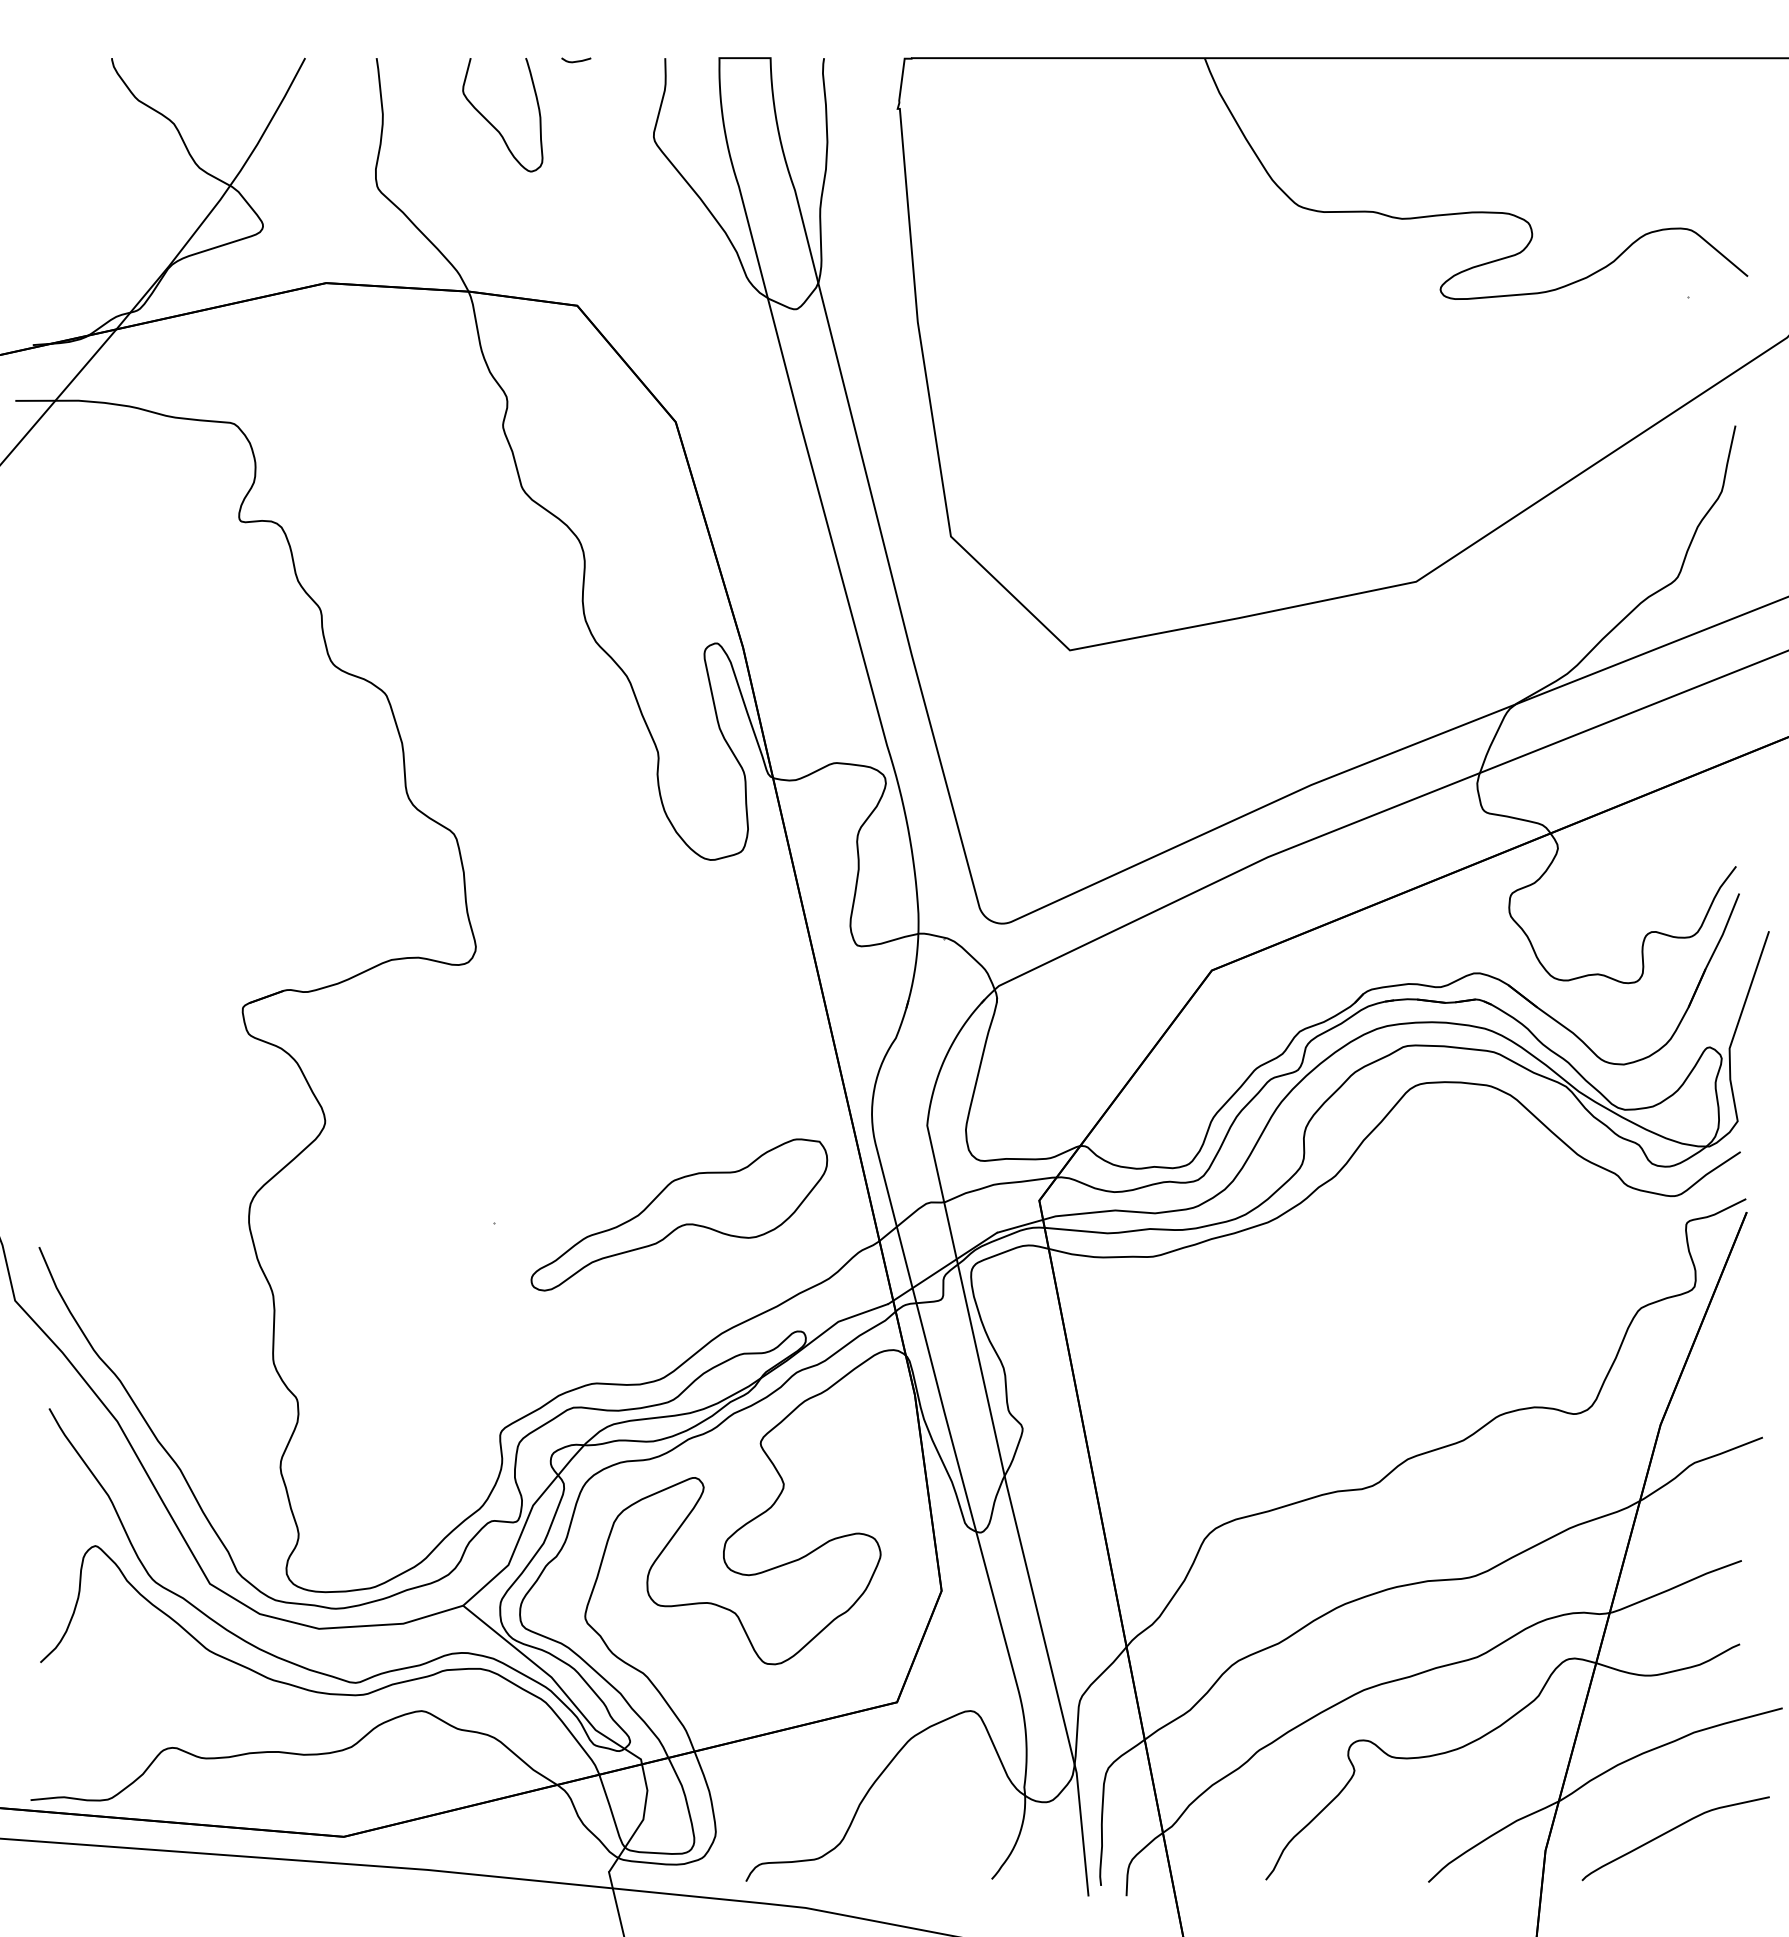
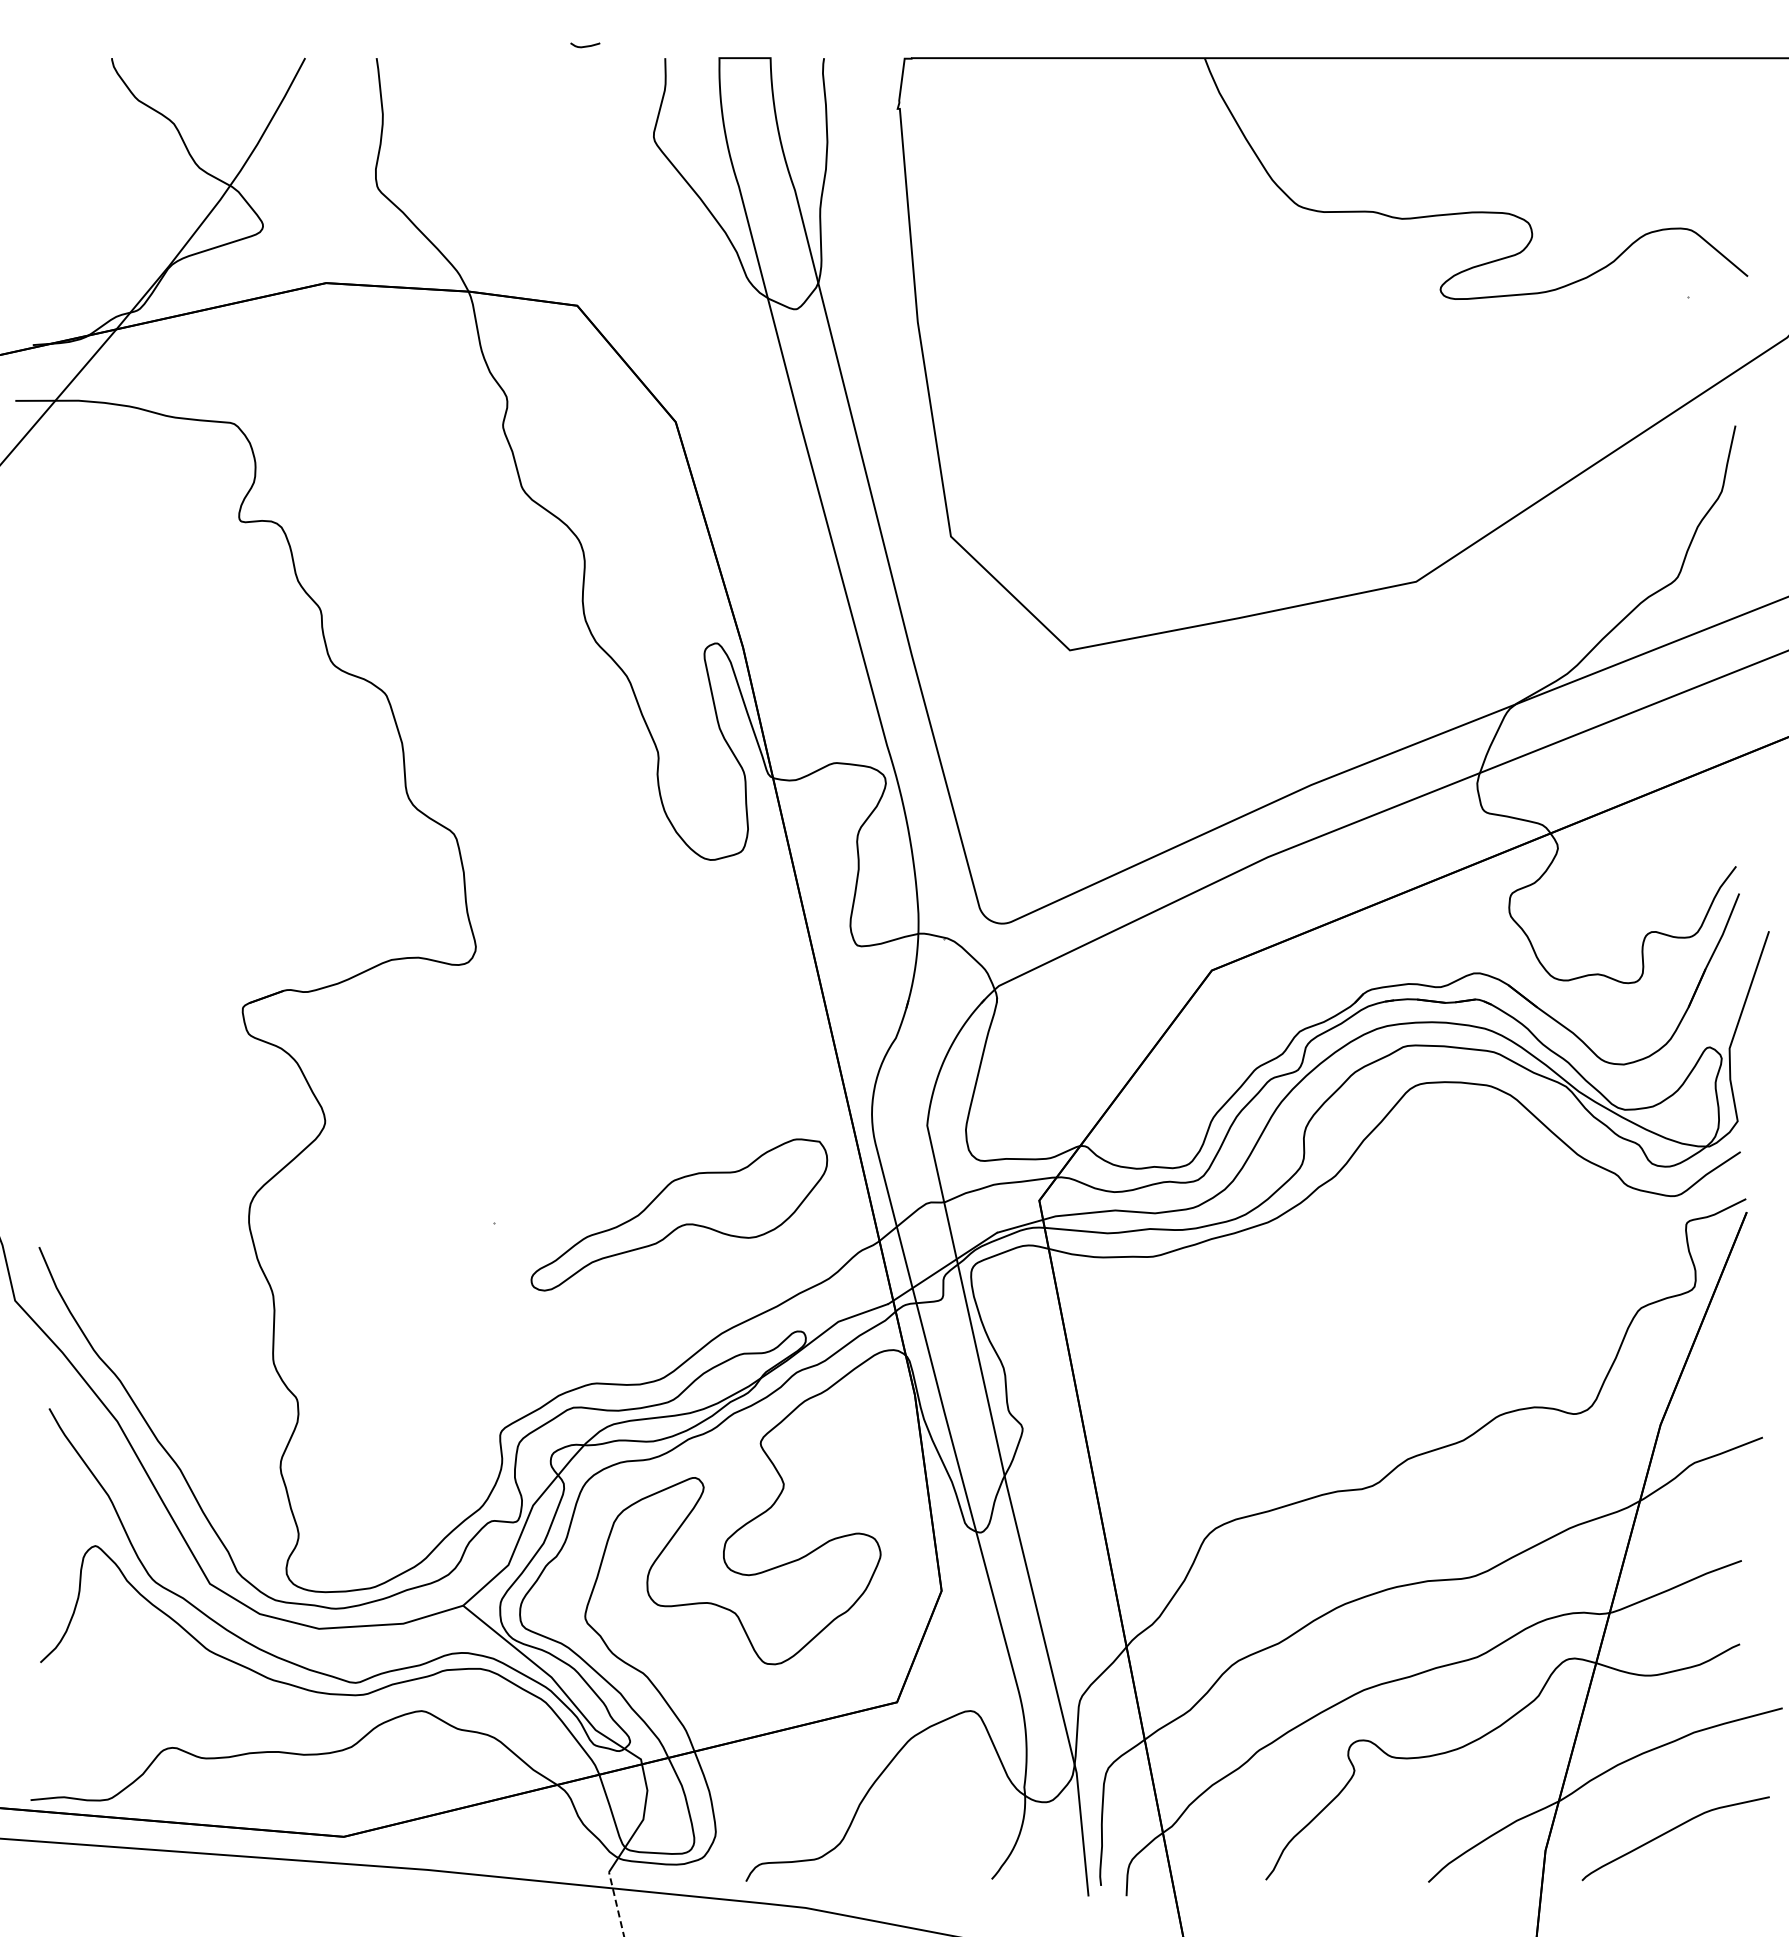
curve at (576, 60) position: (576, 60) -> (585, 45)
curve at (492, 124): present -> none
line at (616, 1904): solid -> dashed
